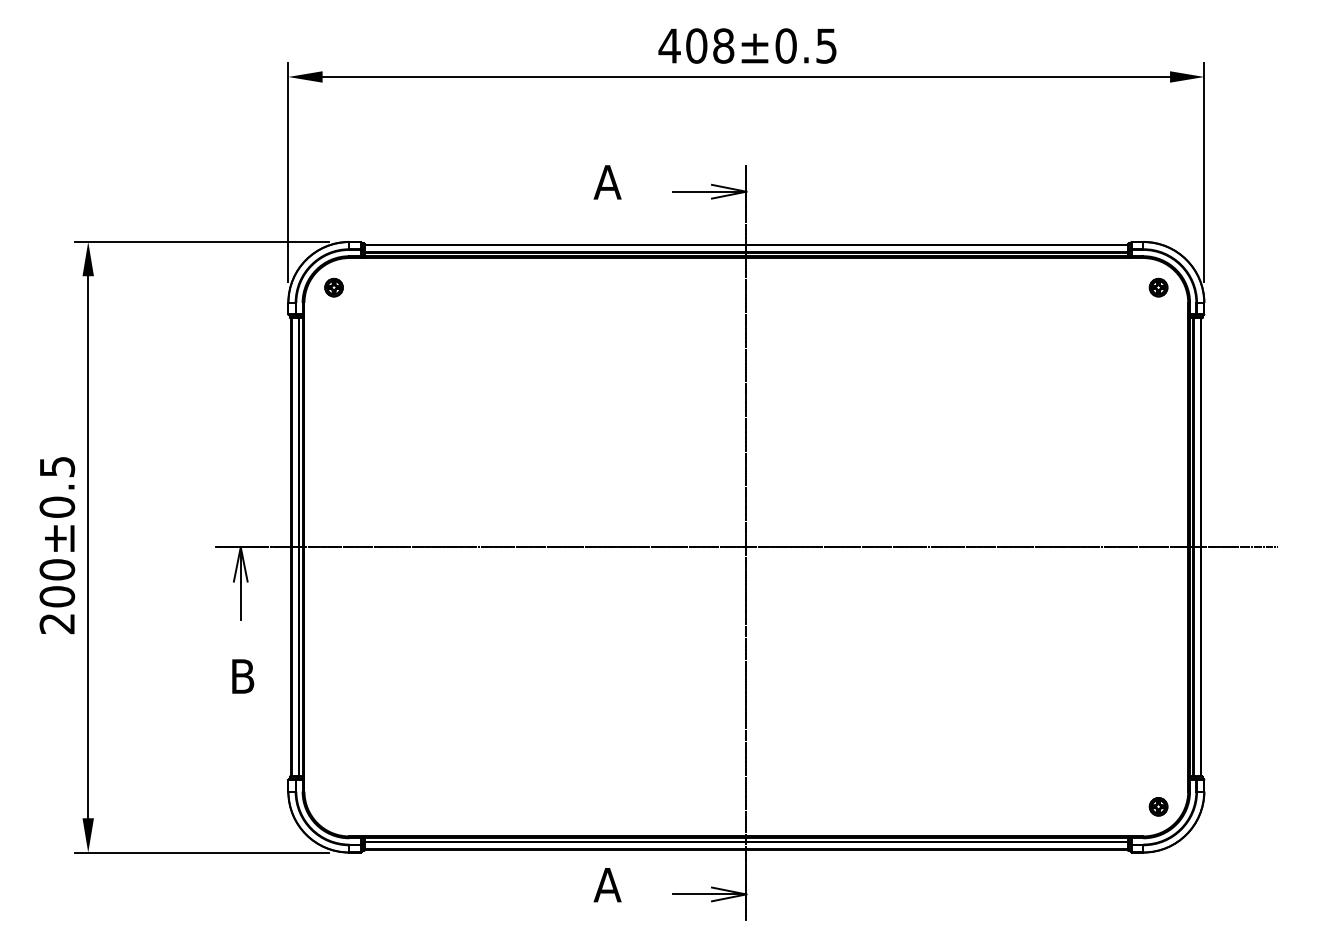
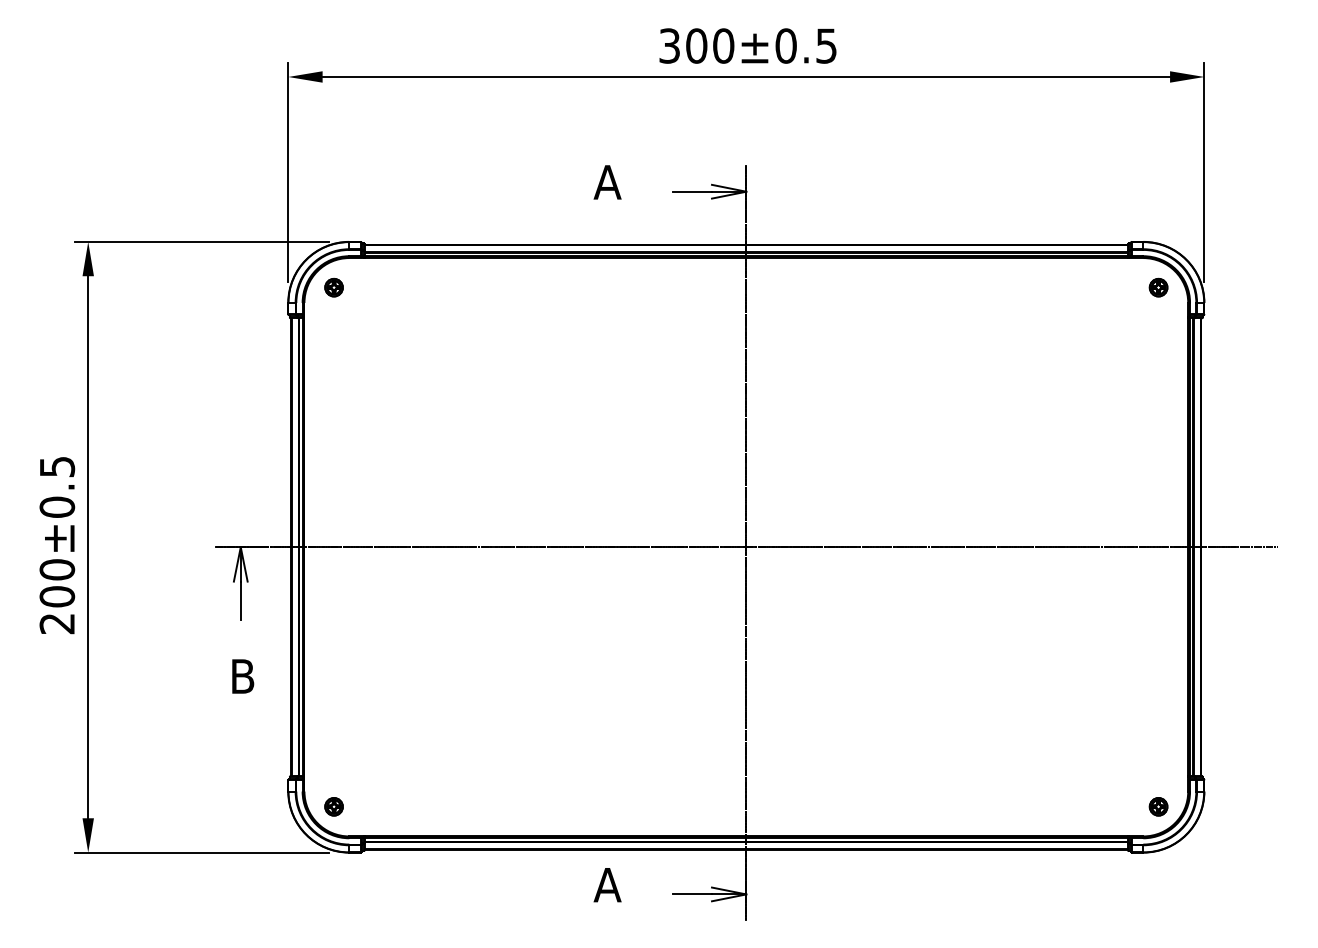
text at (696, 45): 408±0.5 -> 300±0.5
part at (333, 806): none -> present
